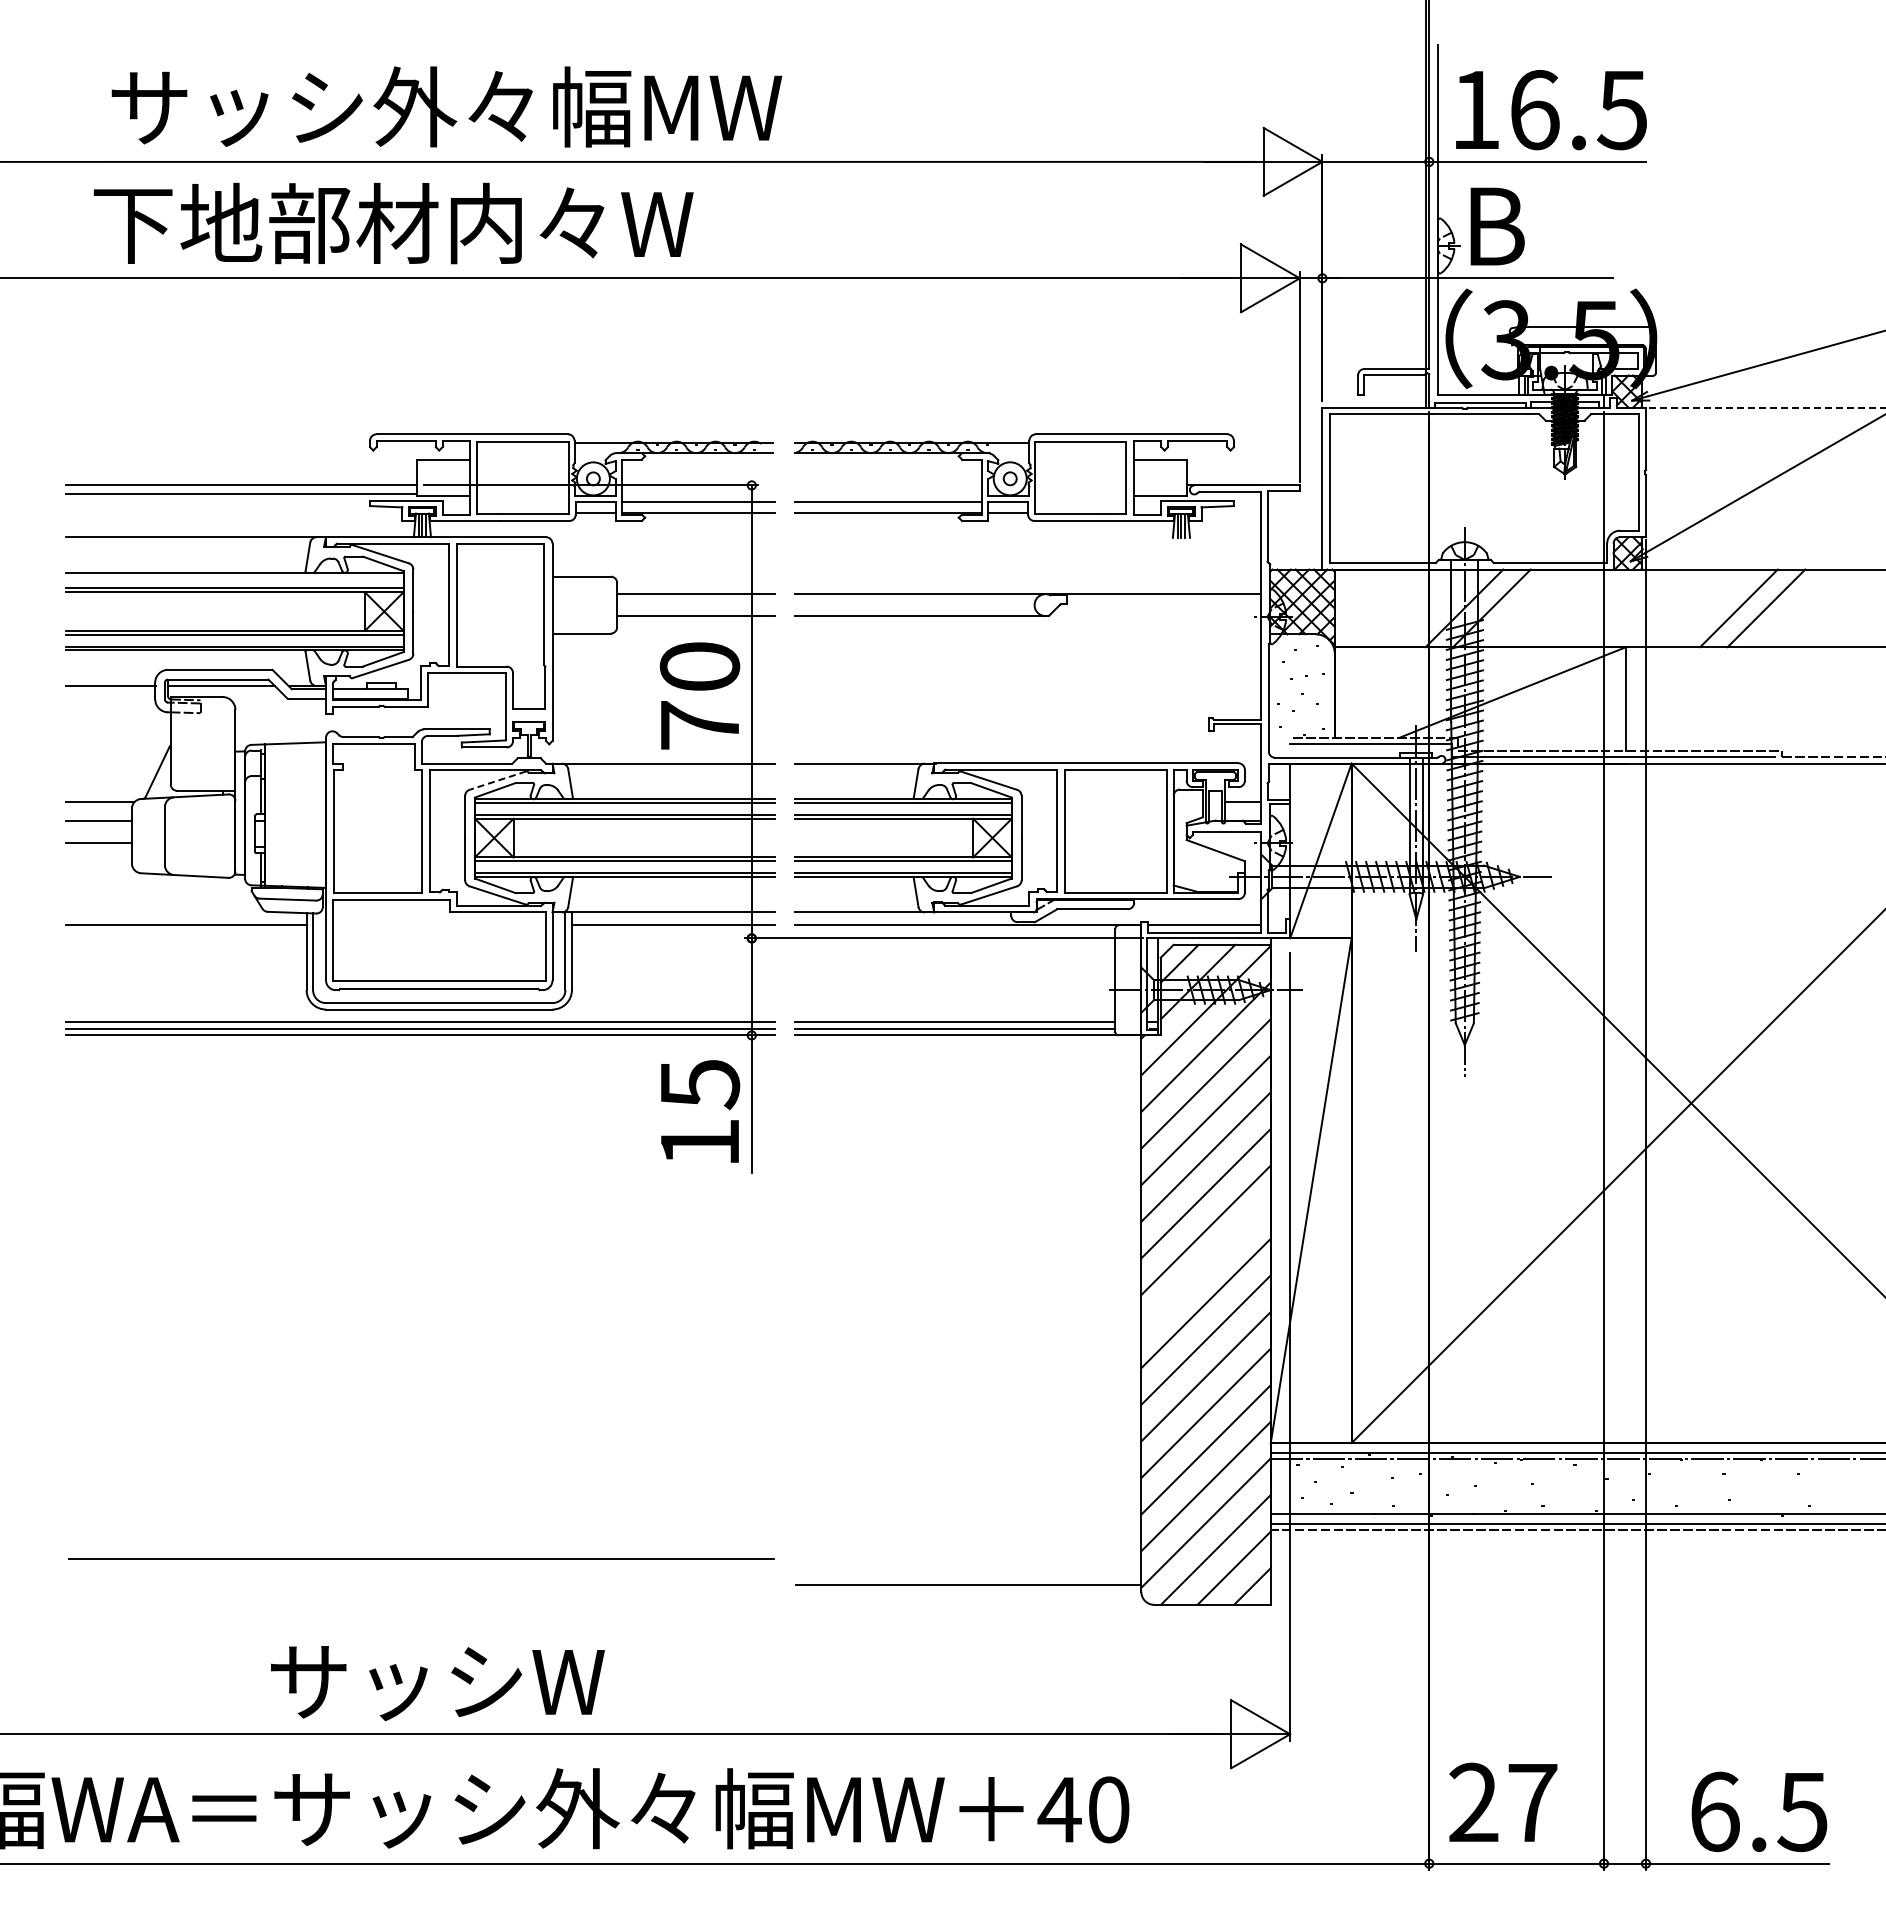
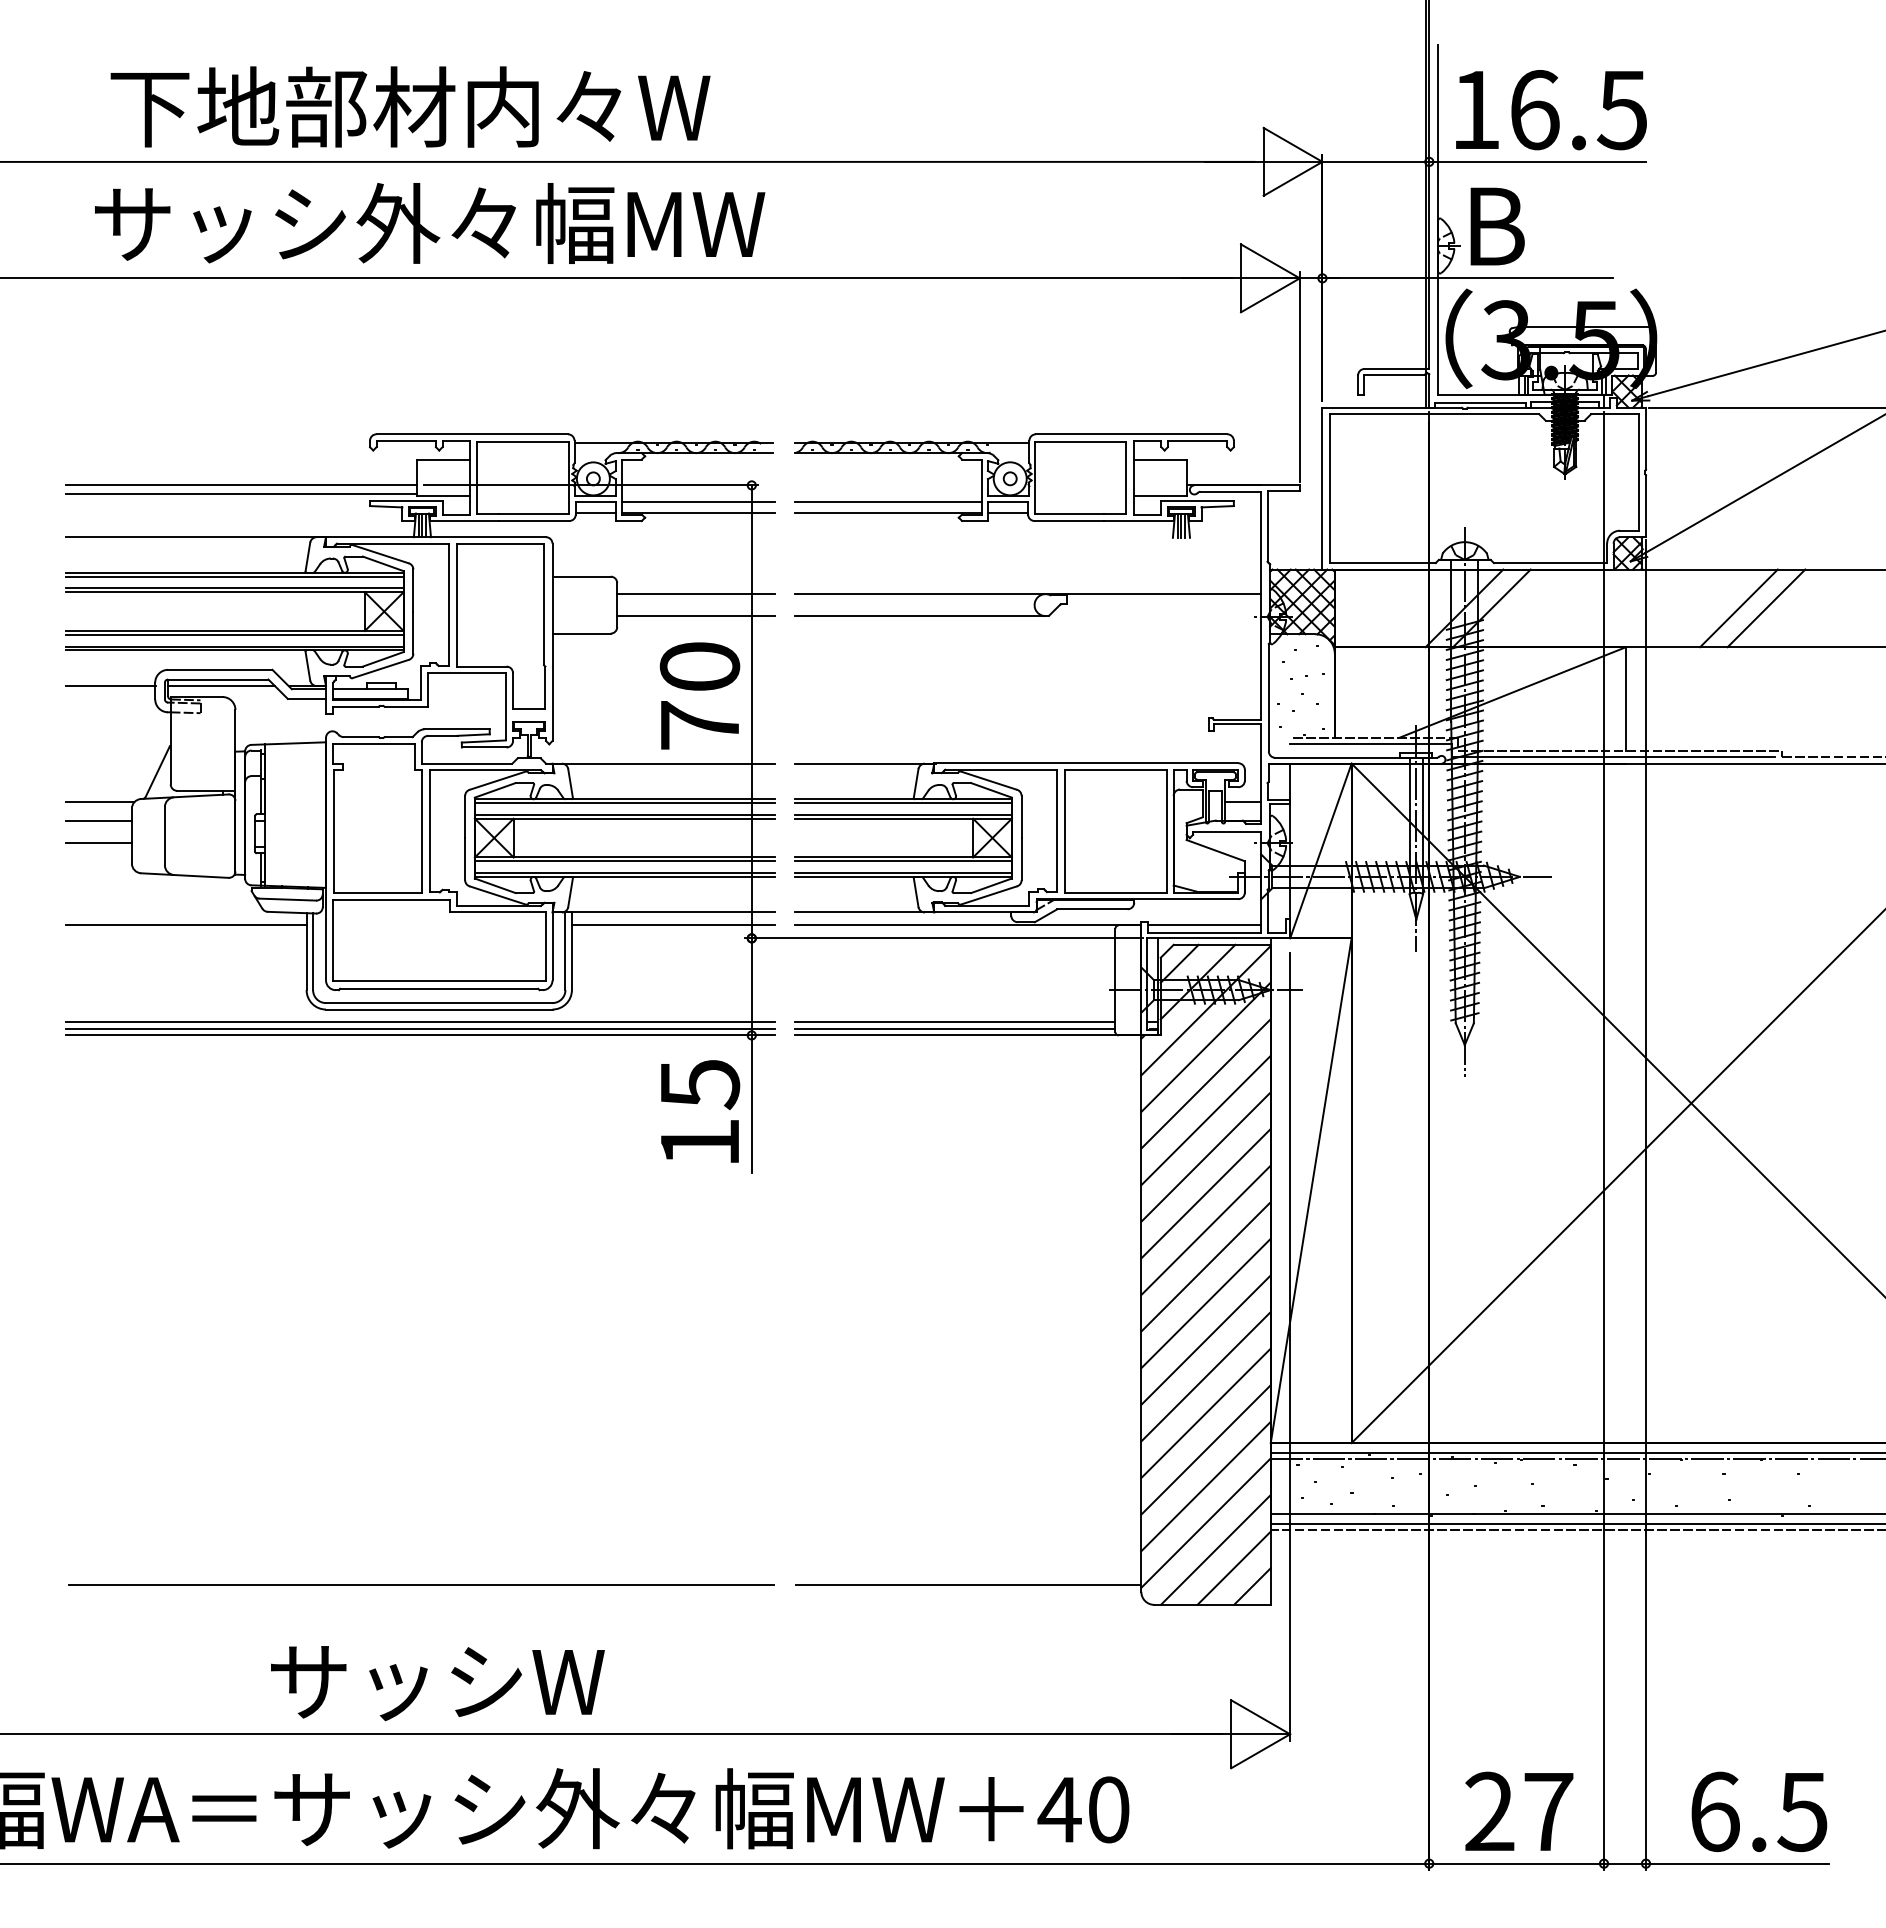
text at (446, 106): サッシ外々幅MW -> 下地部材内々W
text at (429, 223): 下地部材内々W -> サッシ外々幅MW
line at (1768, 407): dashed -> solid
line at (234, 576): none -> present
line at (497, 780): dashed -> solid
line at (1205, 1266): none -> present
line at (421, 1558) position: (421, 1558) -> (421, 1584)
text at (1503, 1801) position: (1503, 1801) -> (1519, 1810)
